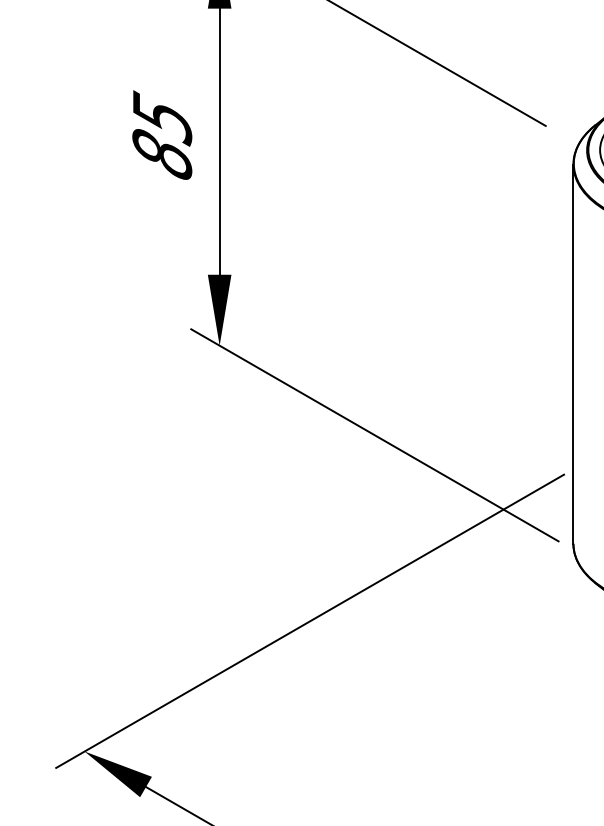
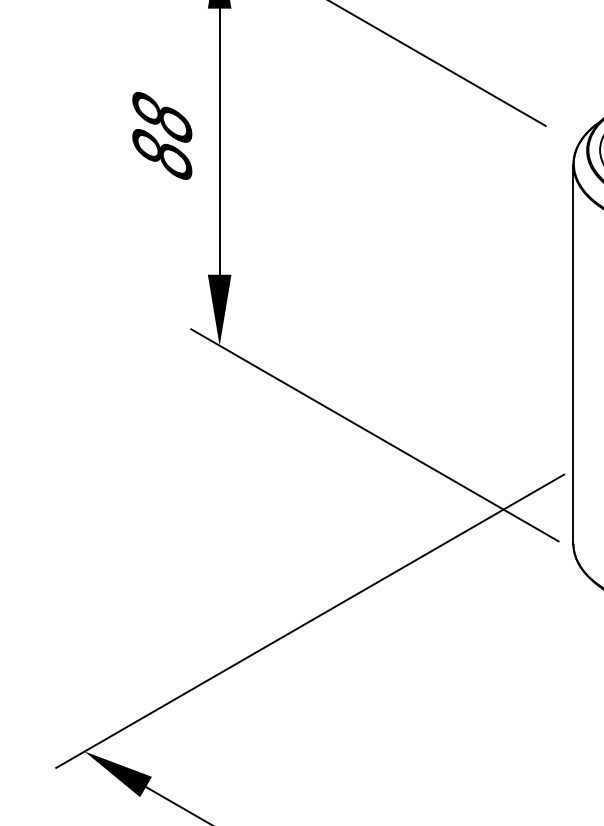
text at (162, 118): 85 -> 88
